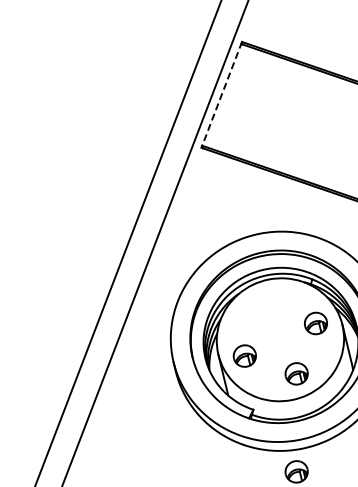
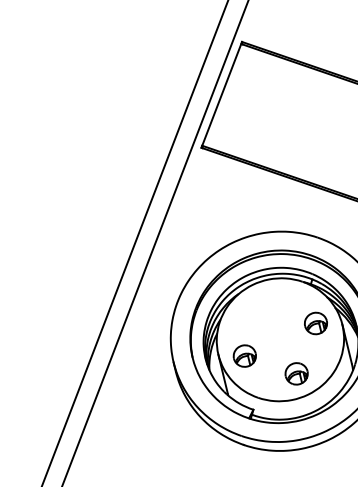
line at (221, 94): dashed -> solid
line at (128, 242) position: (128, 242) -> (135, 242)
part at (296, 471): present -> none
